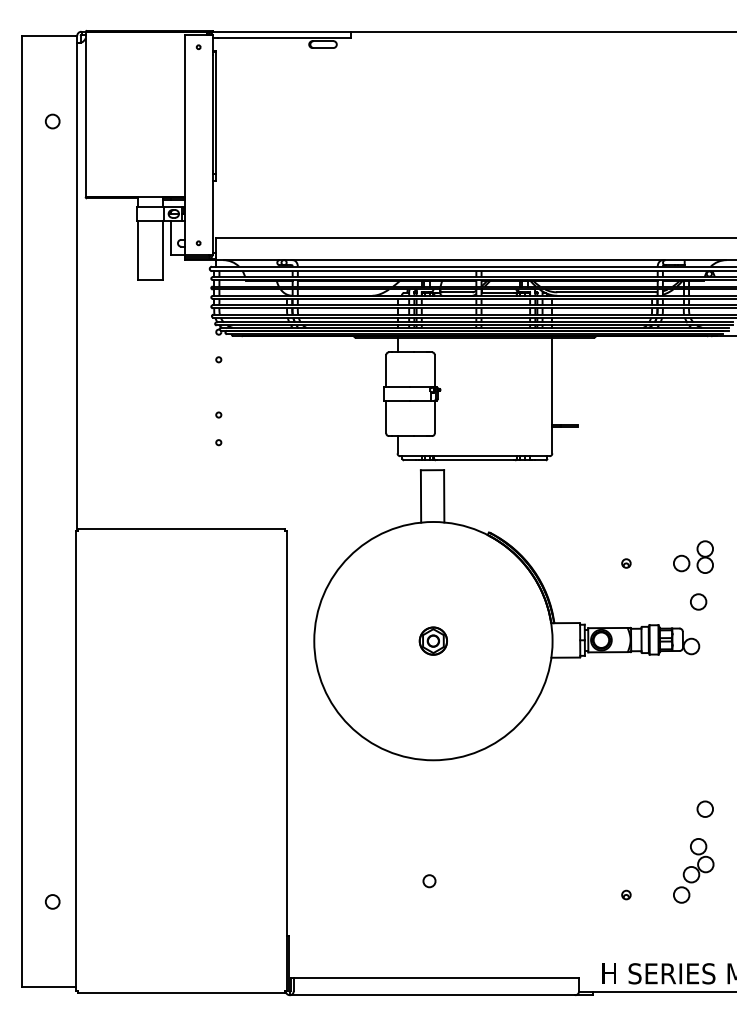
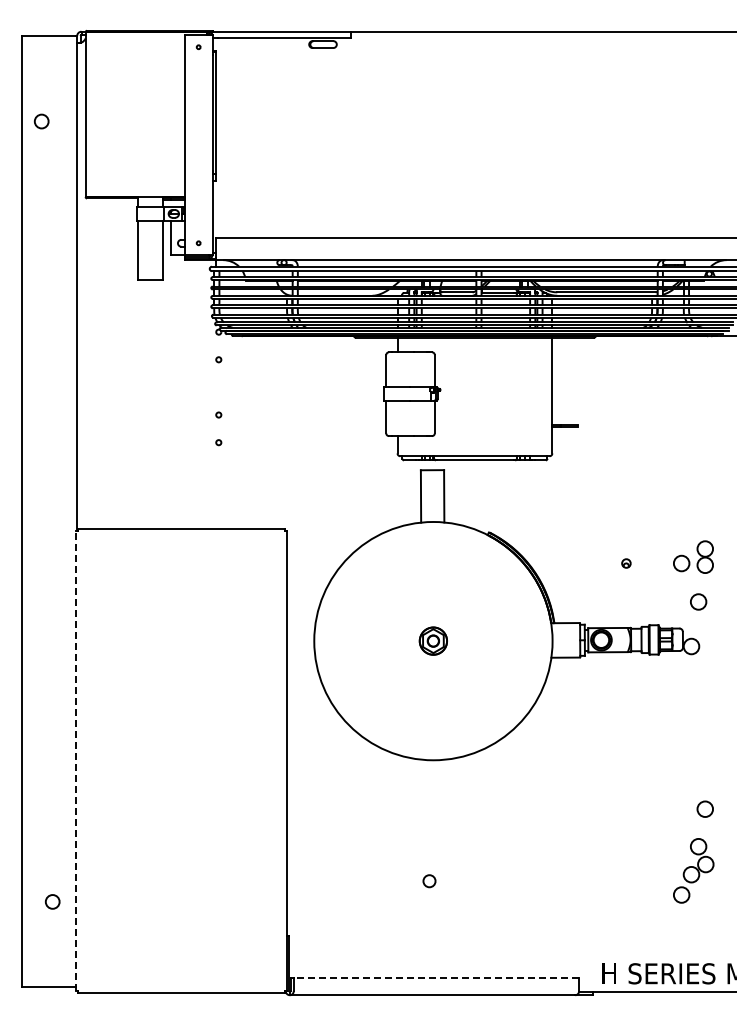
circle at (52, 121) position: (52, 121) -> (41, 121)
line at (75, 760): solid -> dashed
part at (626, 894): present -> none
line at (436, 977): solid -> dashed
